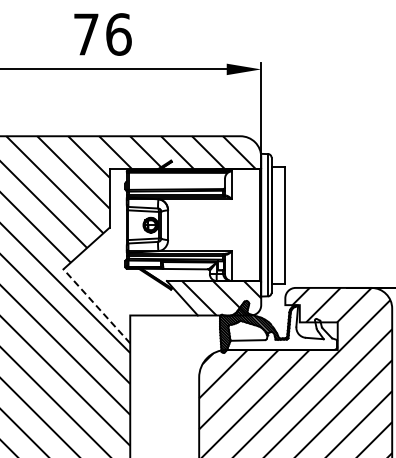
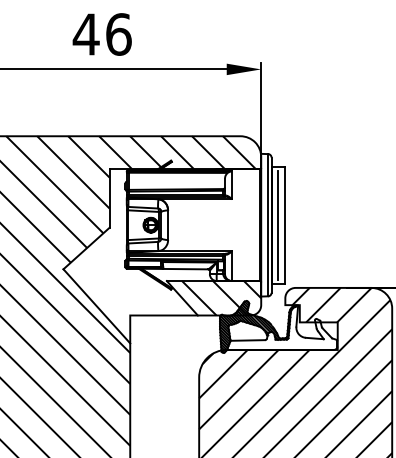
text at (85, 34): 76 -> 46
line at (277, 224): none -> present
line at (96, 306): dashed -> solid
